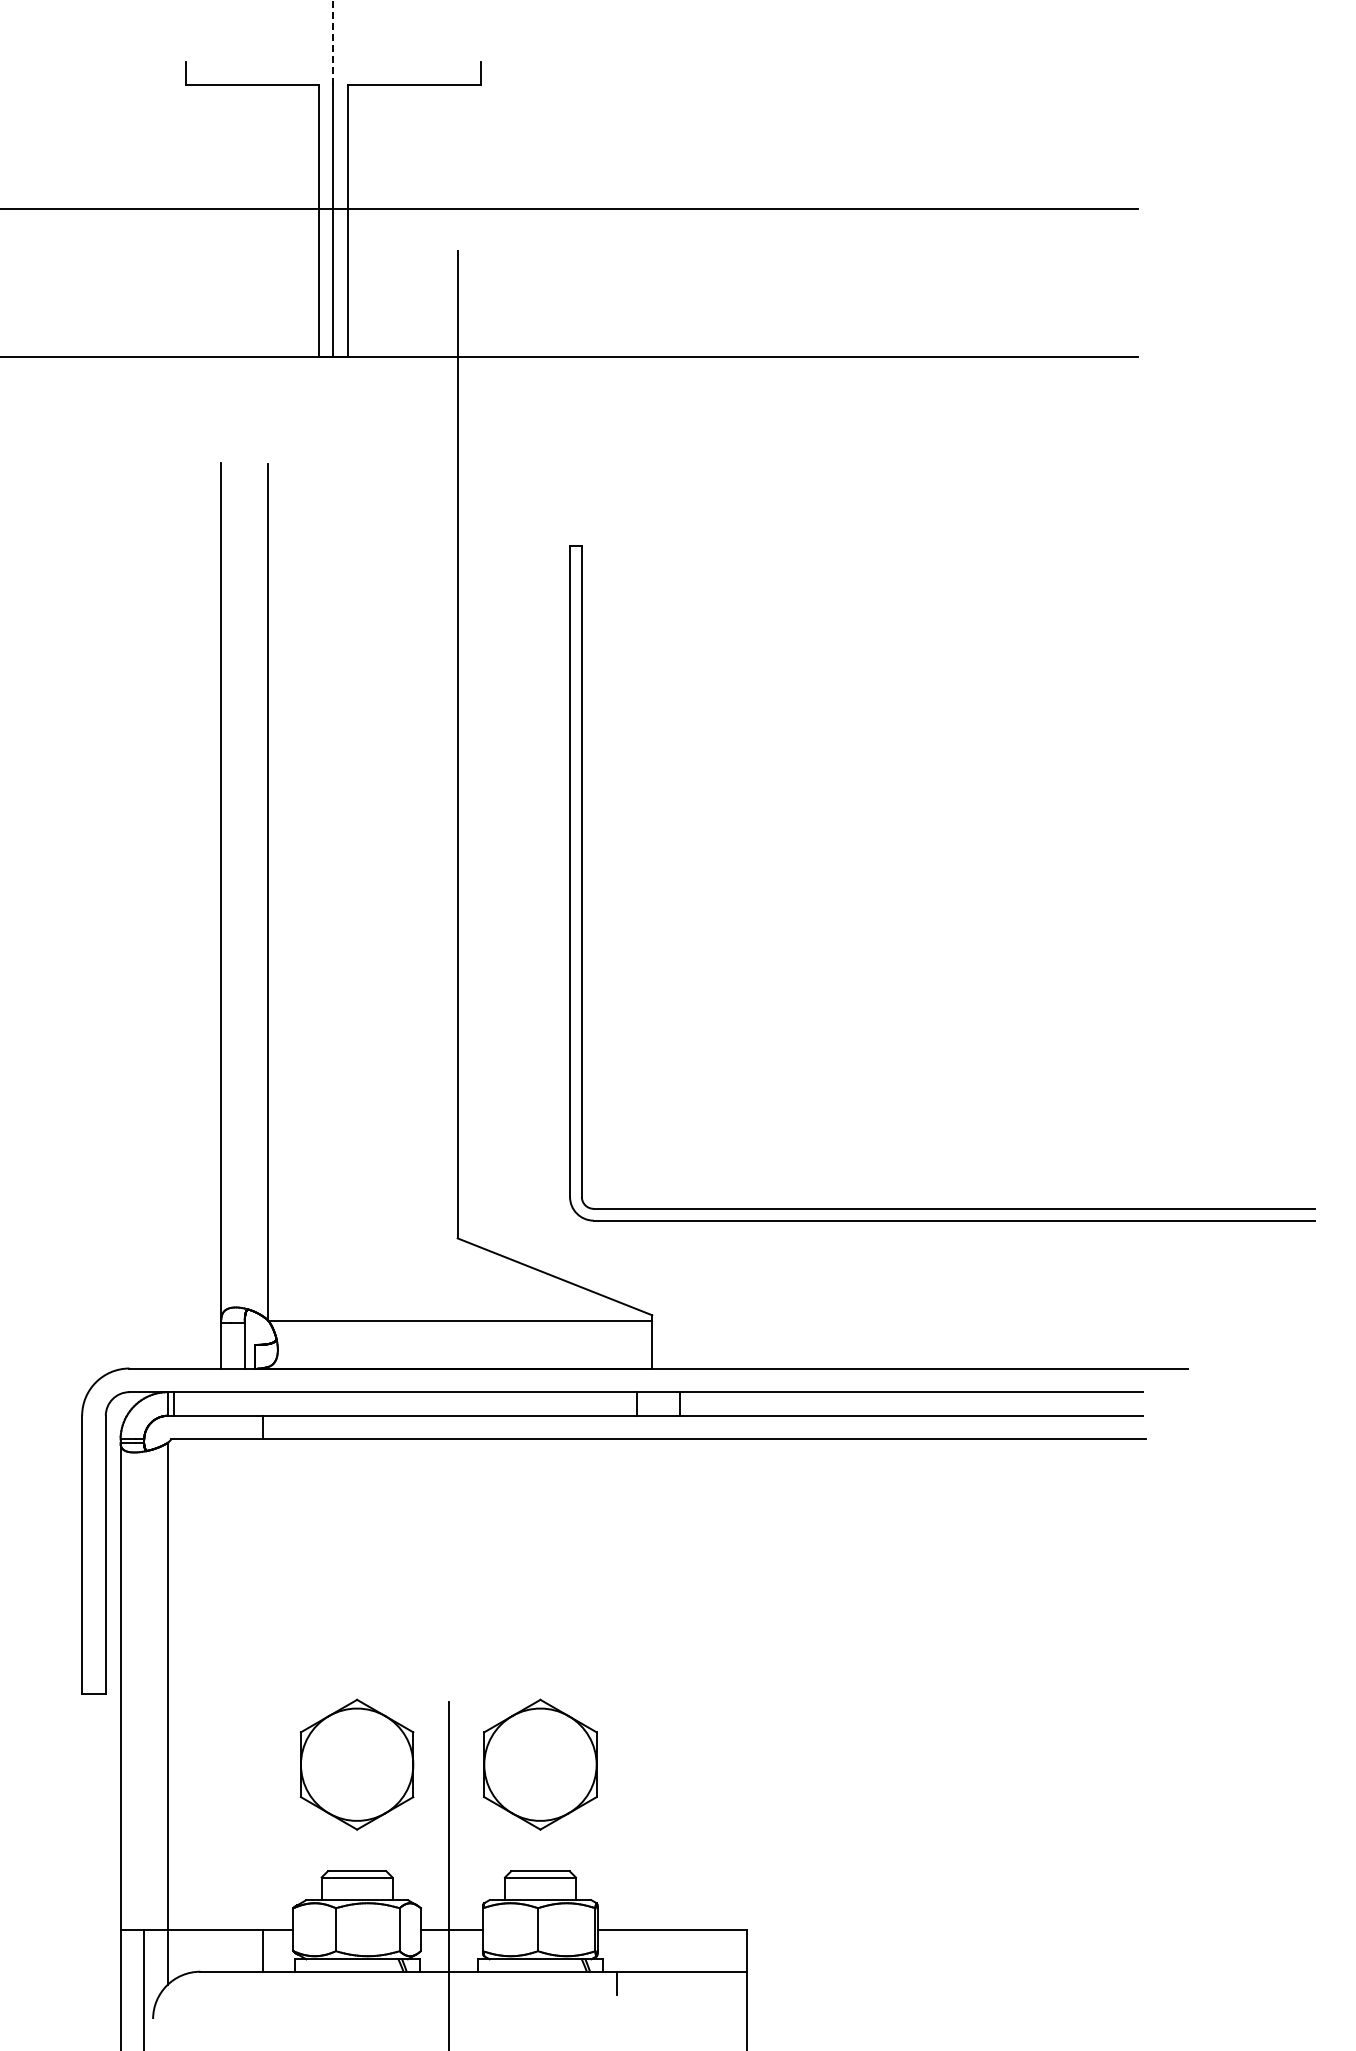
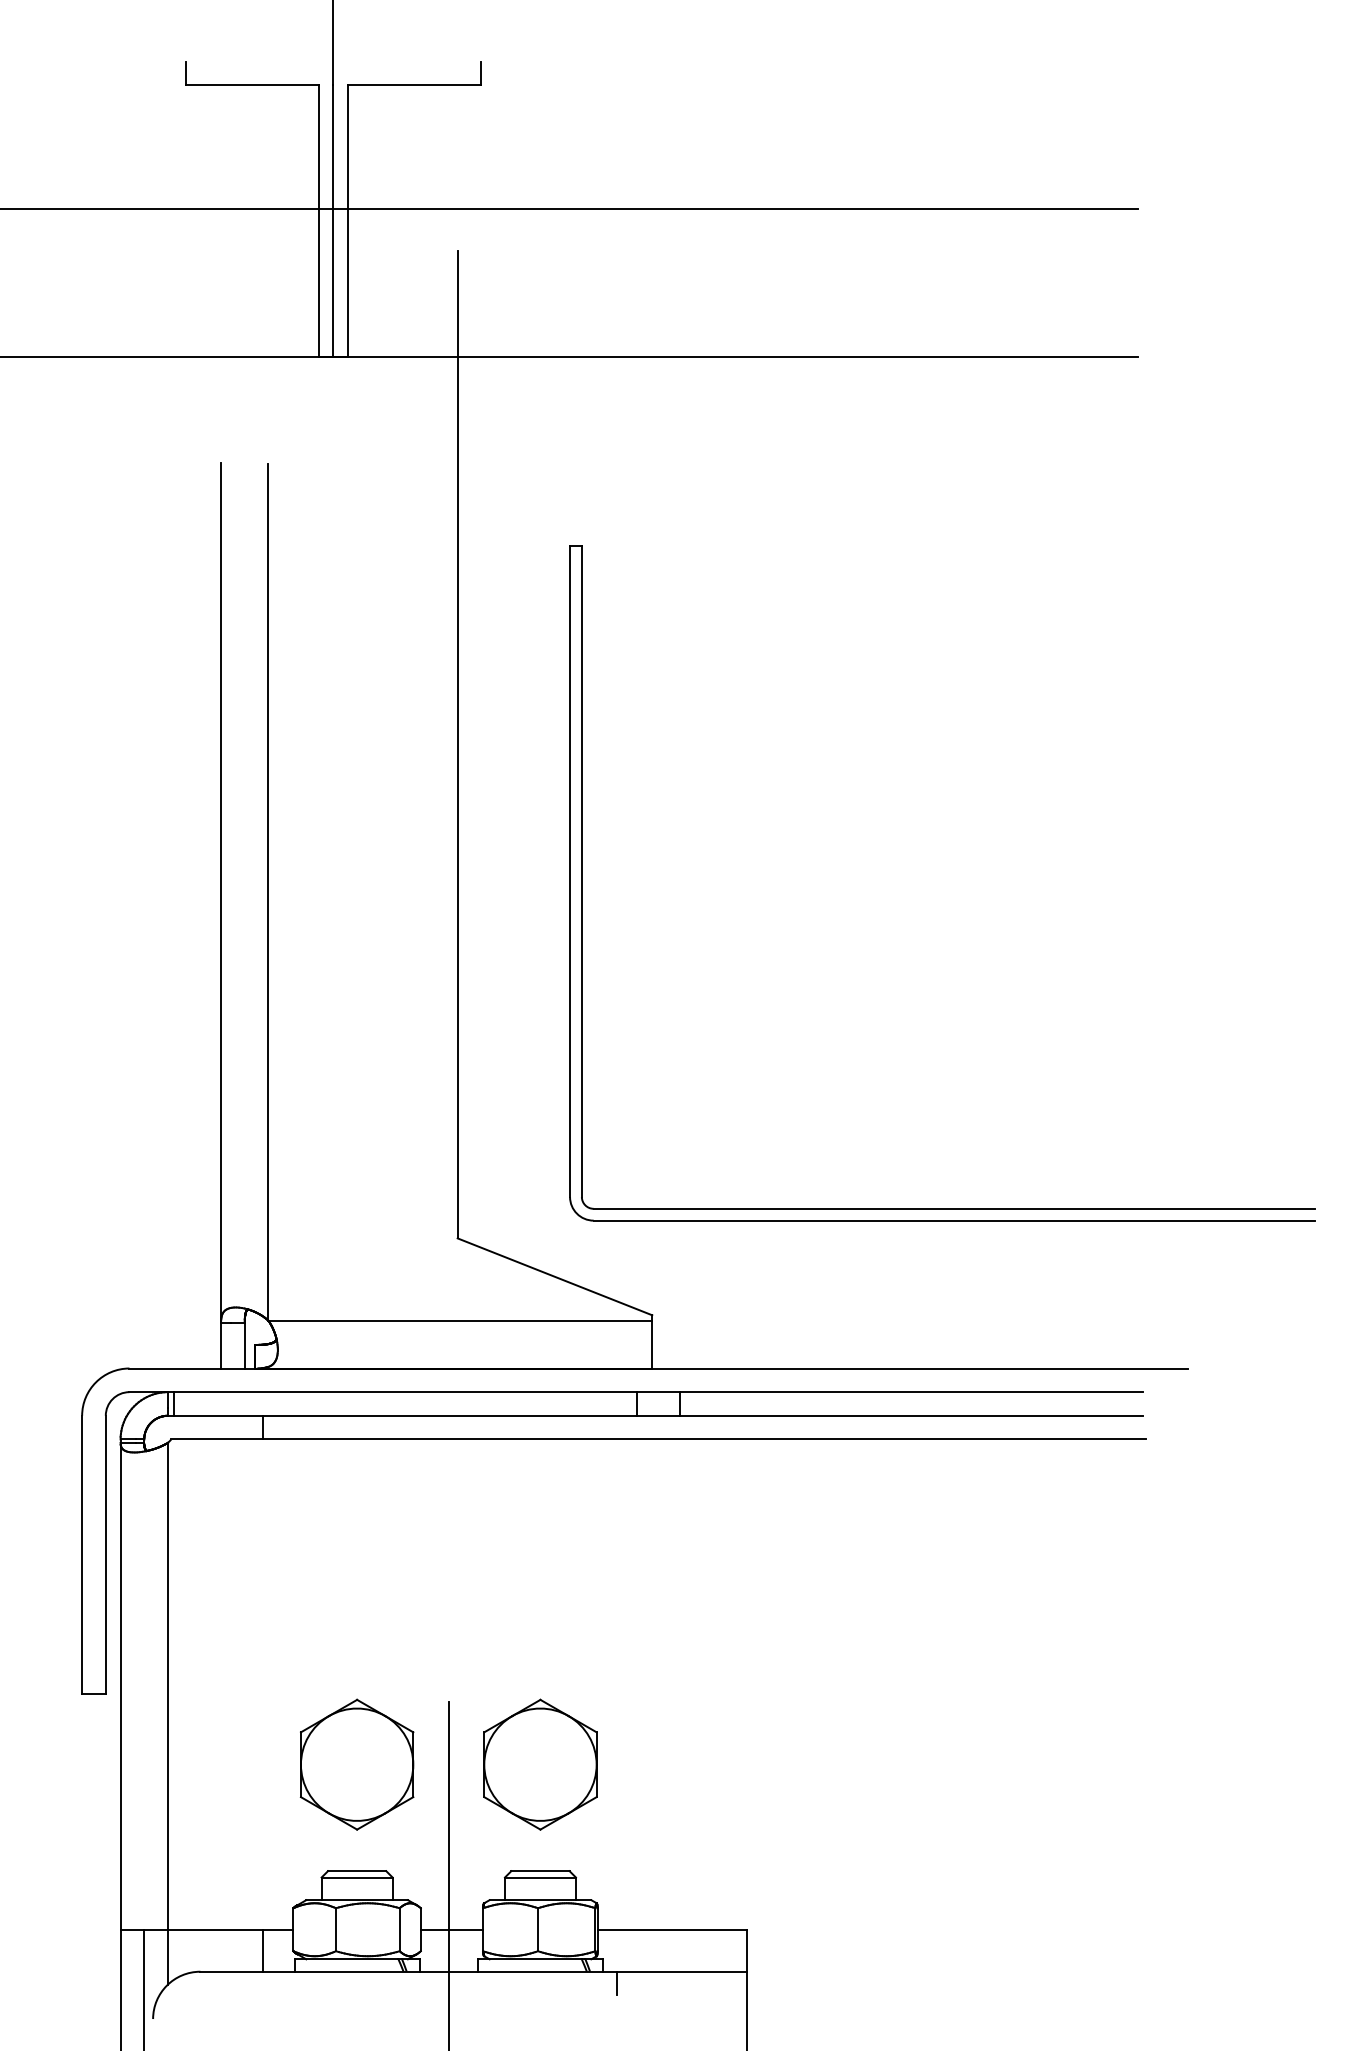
line at (333, 42): dashed -> solid
